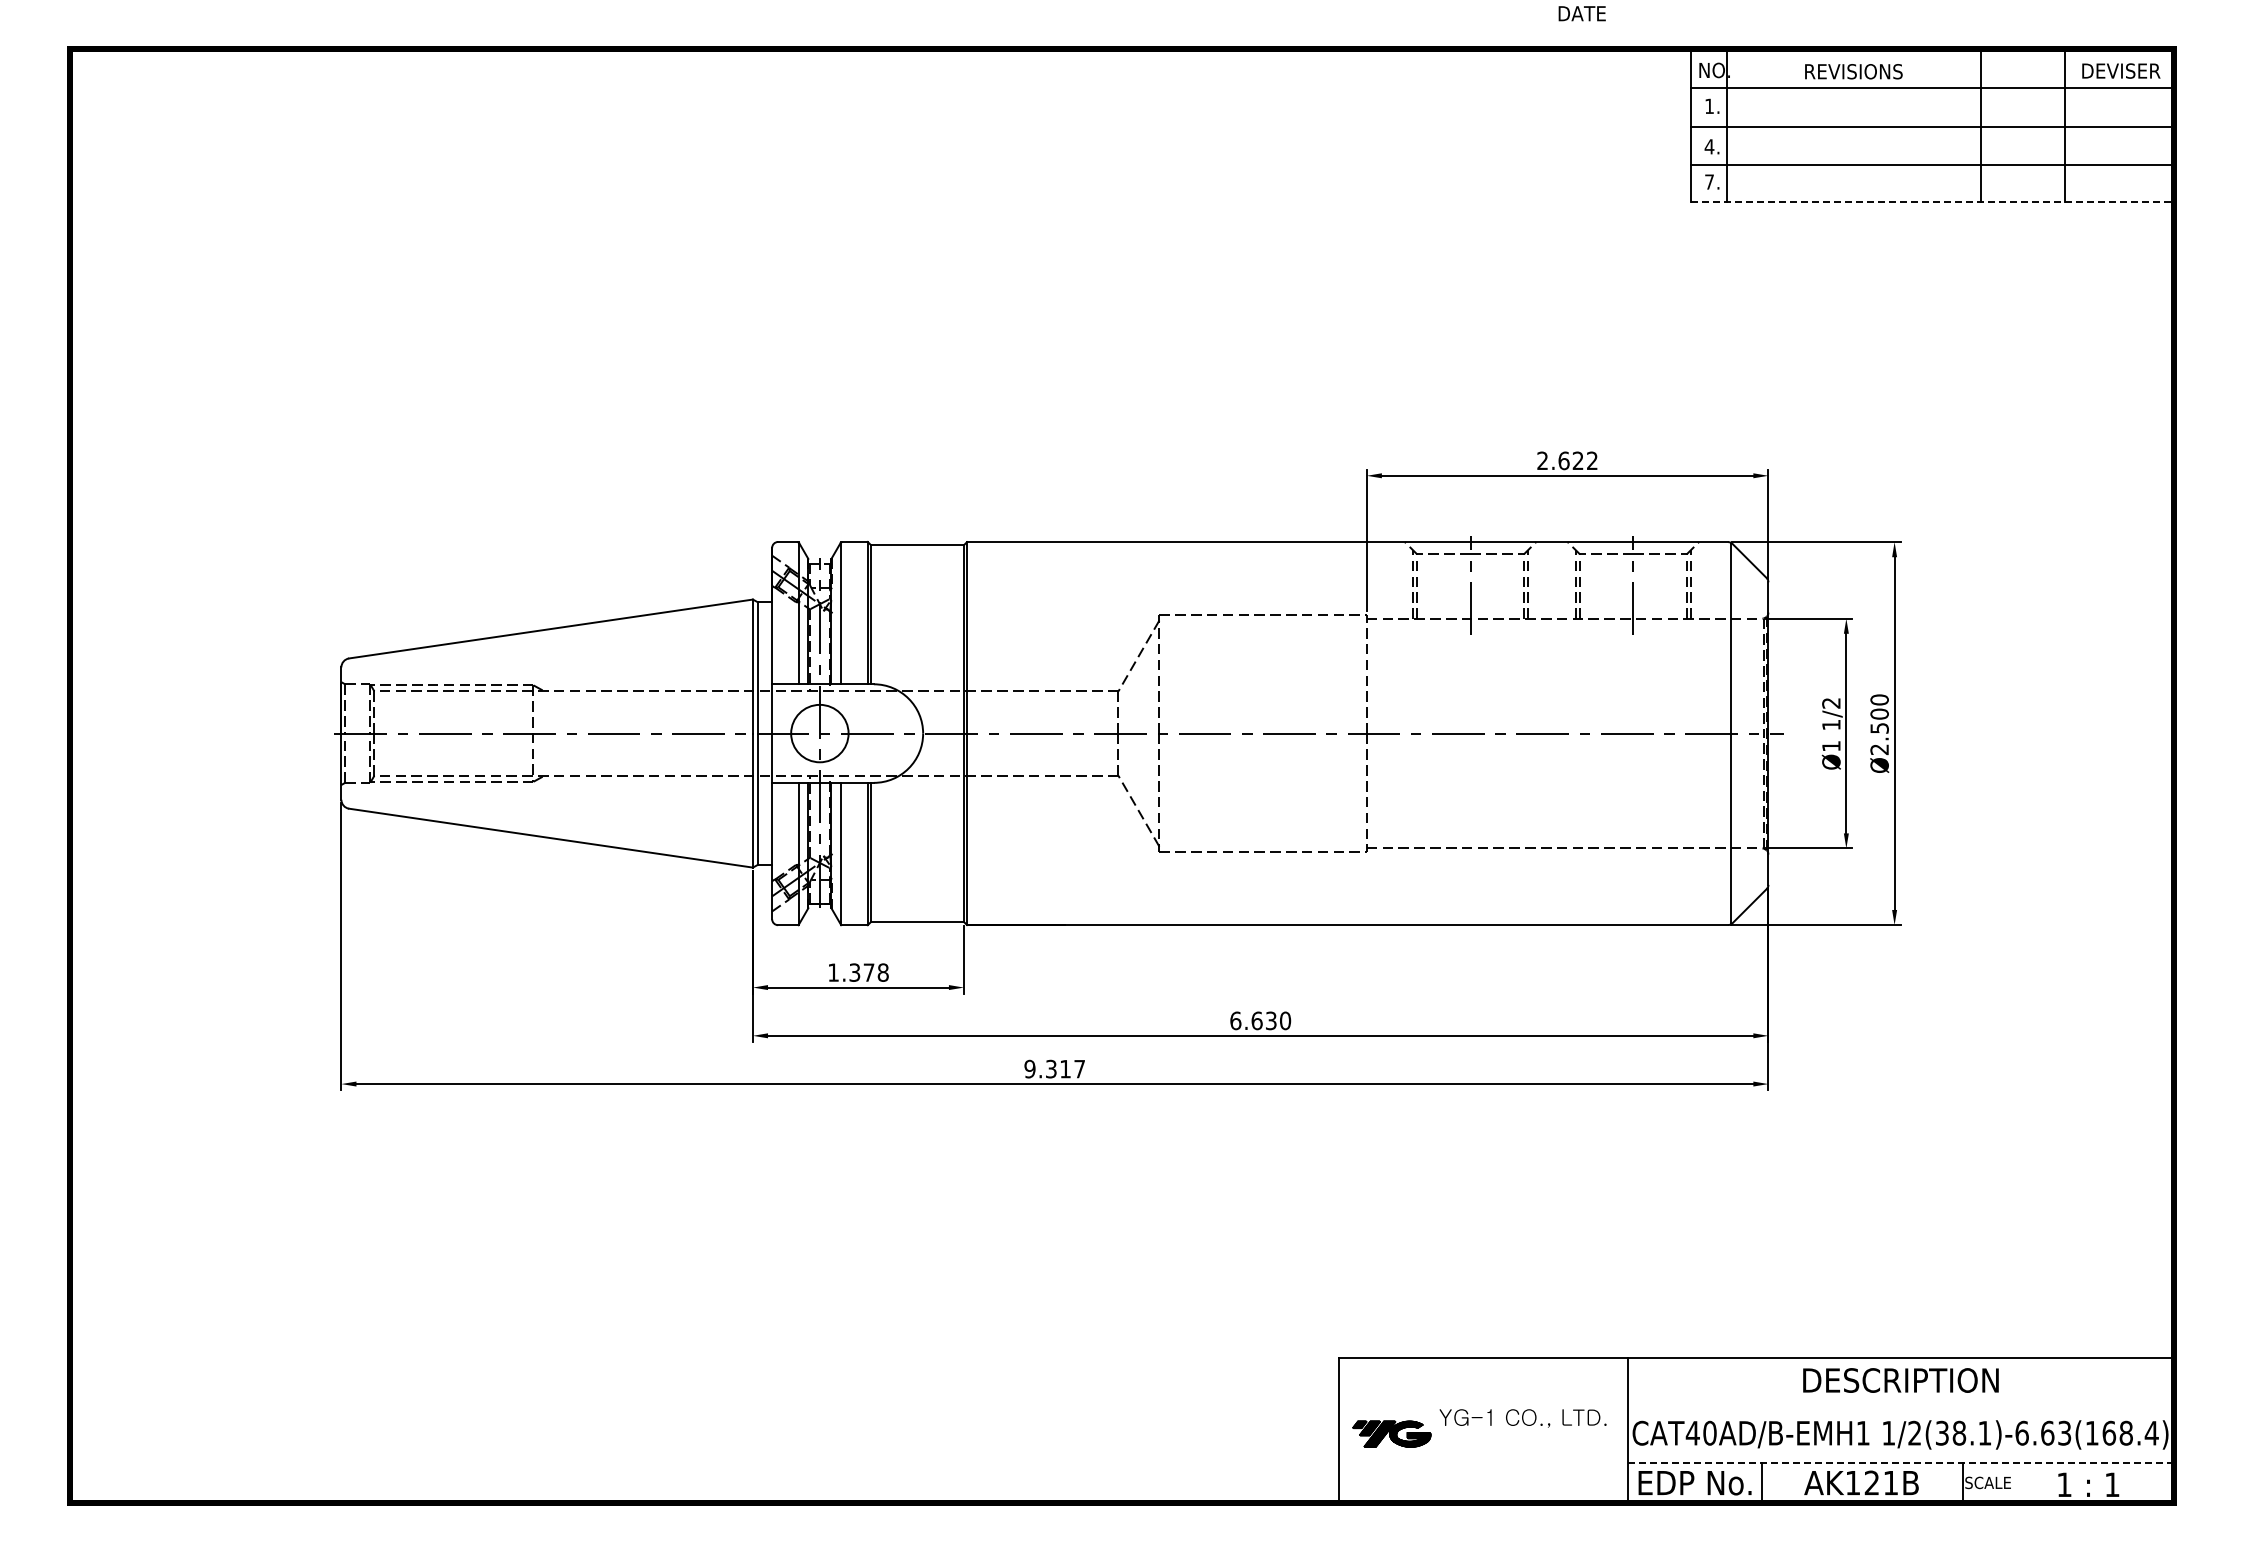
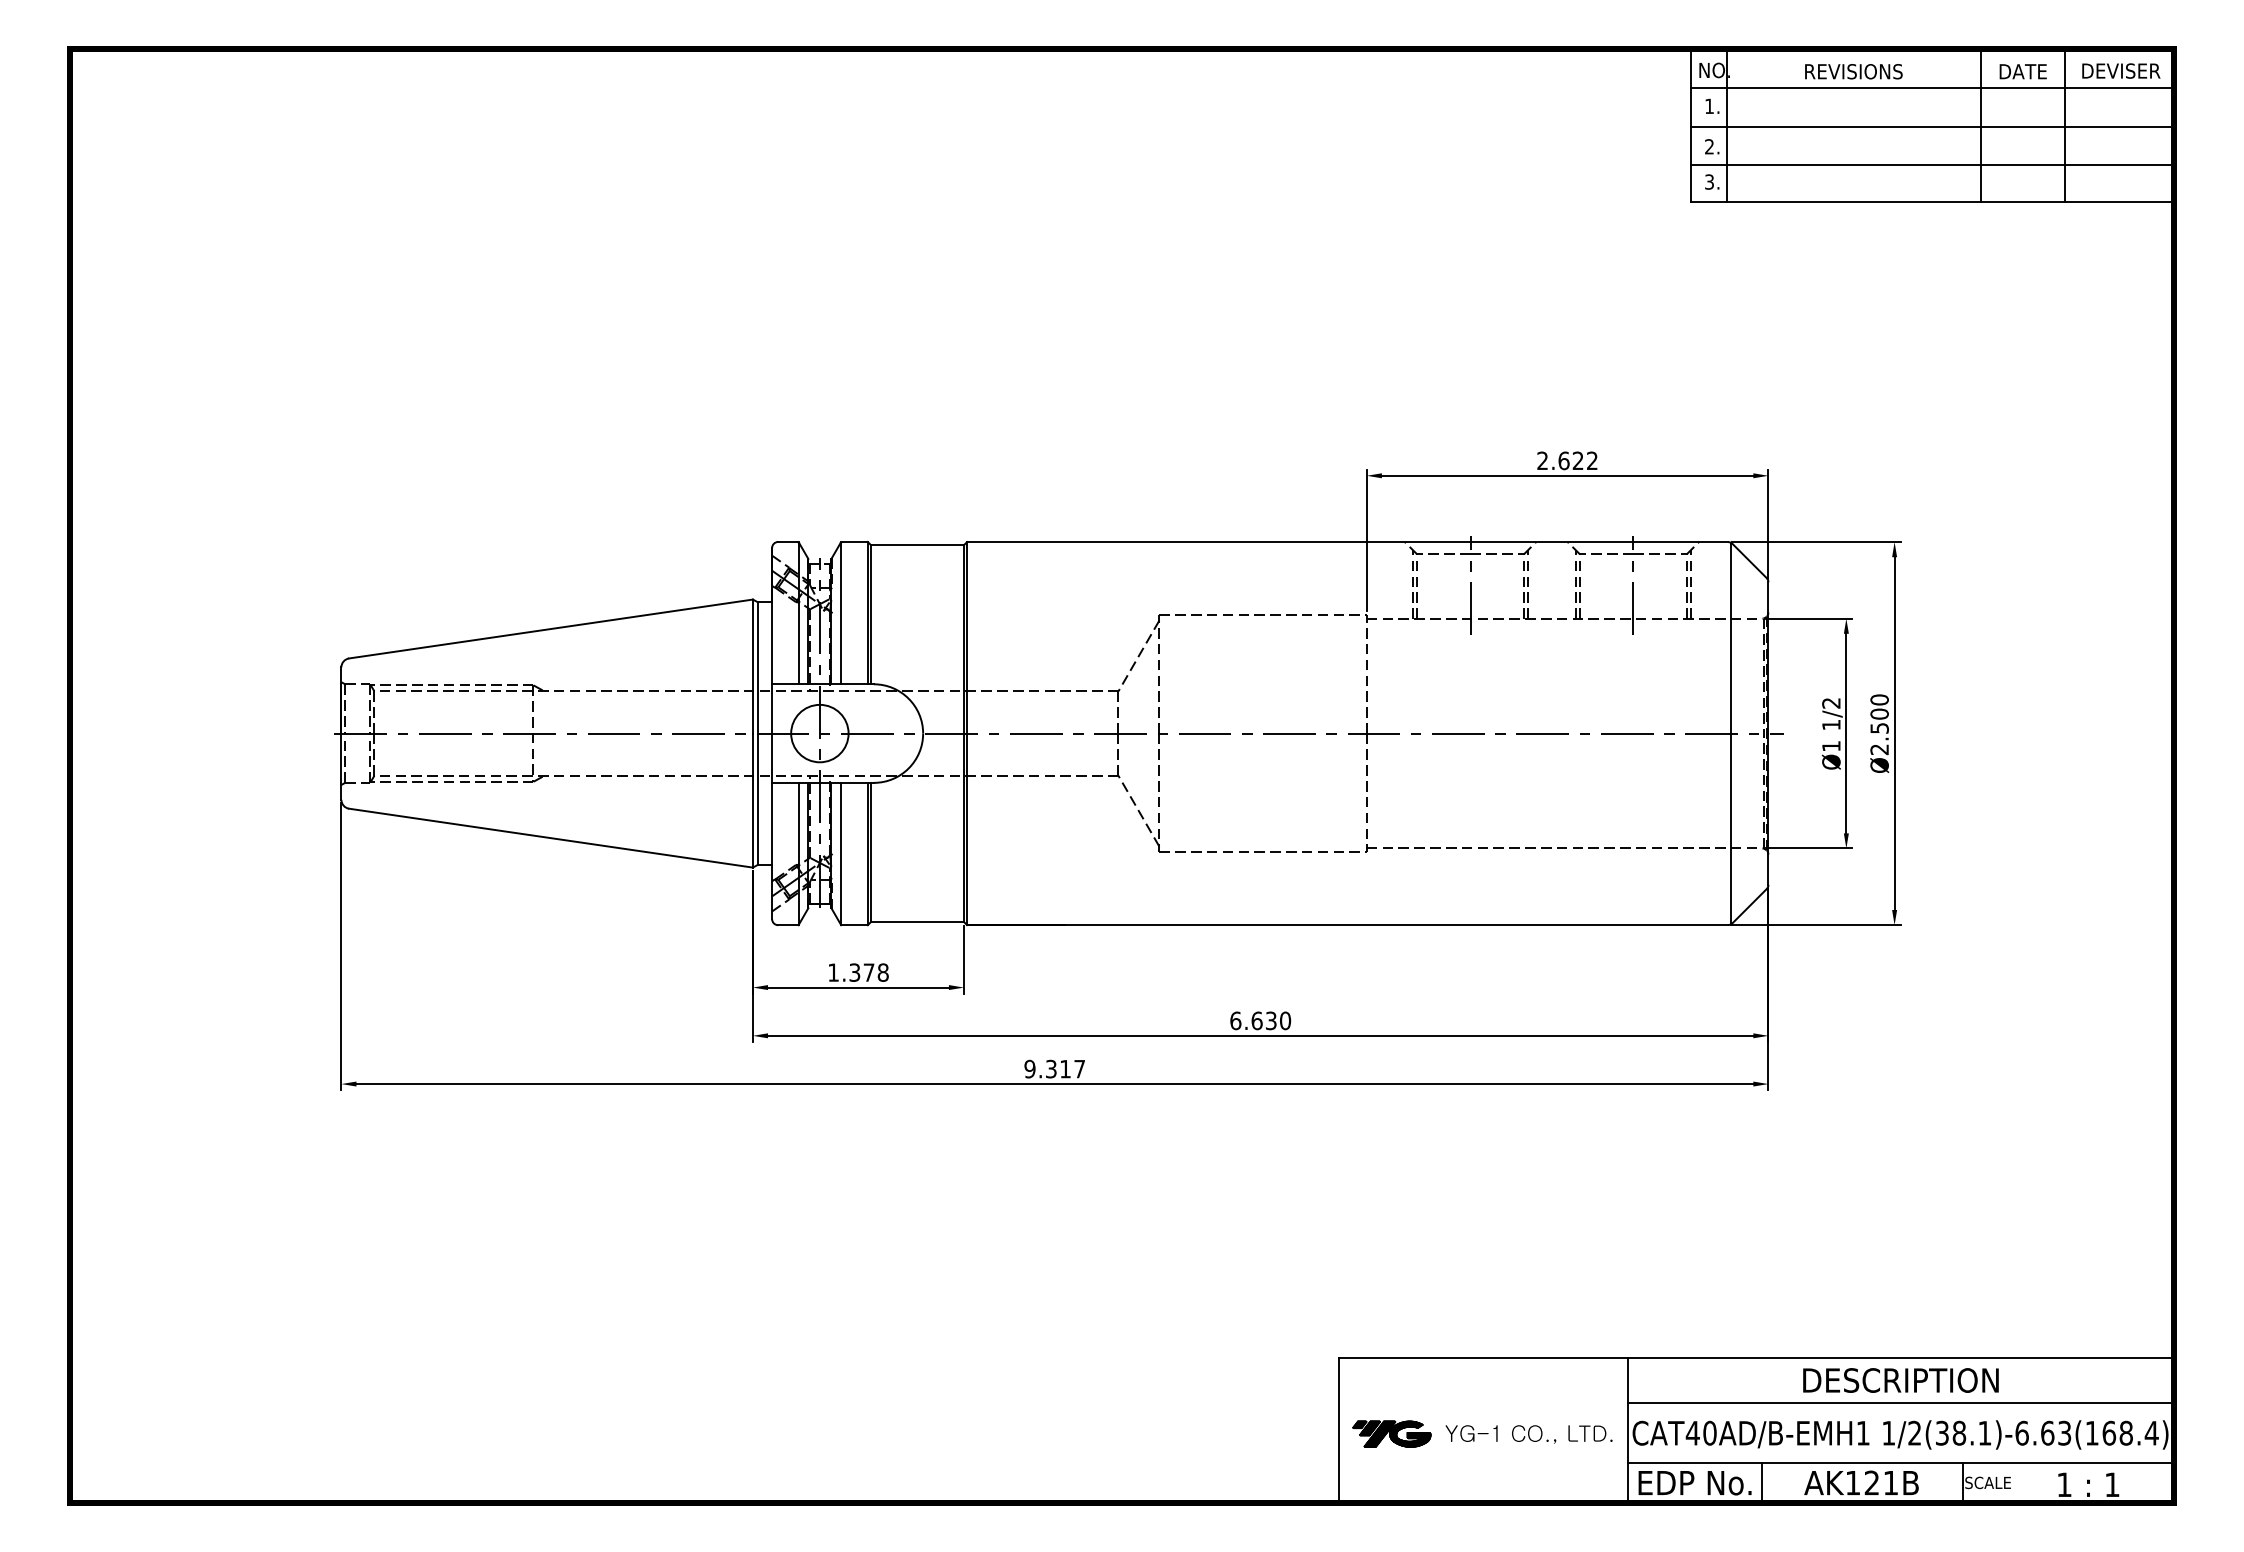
text at (1581, 13) position: (1581, 13) -> (2022, 71)
text at (1709, 146): 4. -> 2.
text at (1709, 181): 7. -> 3.
line at (1932, 202): dashed -> solid
line at (1900, 1403): none -> present
text at (1522, 1418) position: (1522, 1418) -> (1528, 1434)
line at (1900, 1463): dashed -> solid
